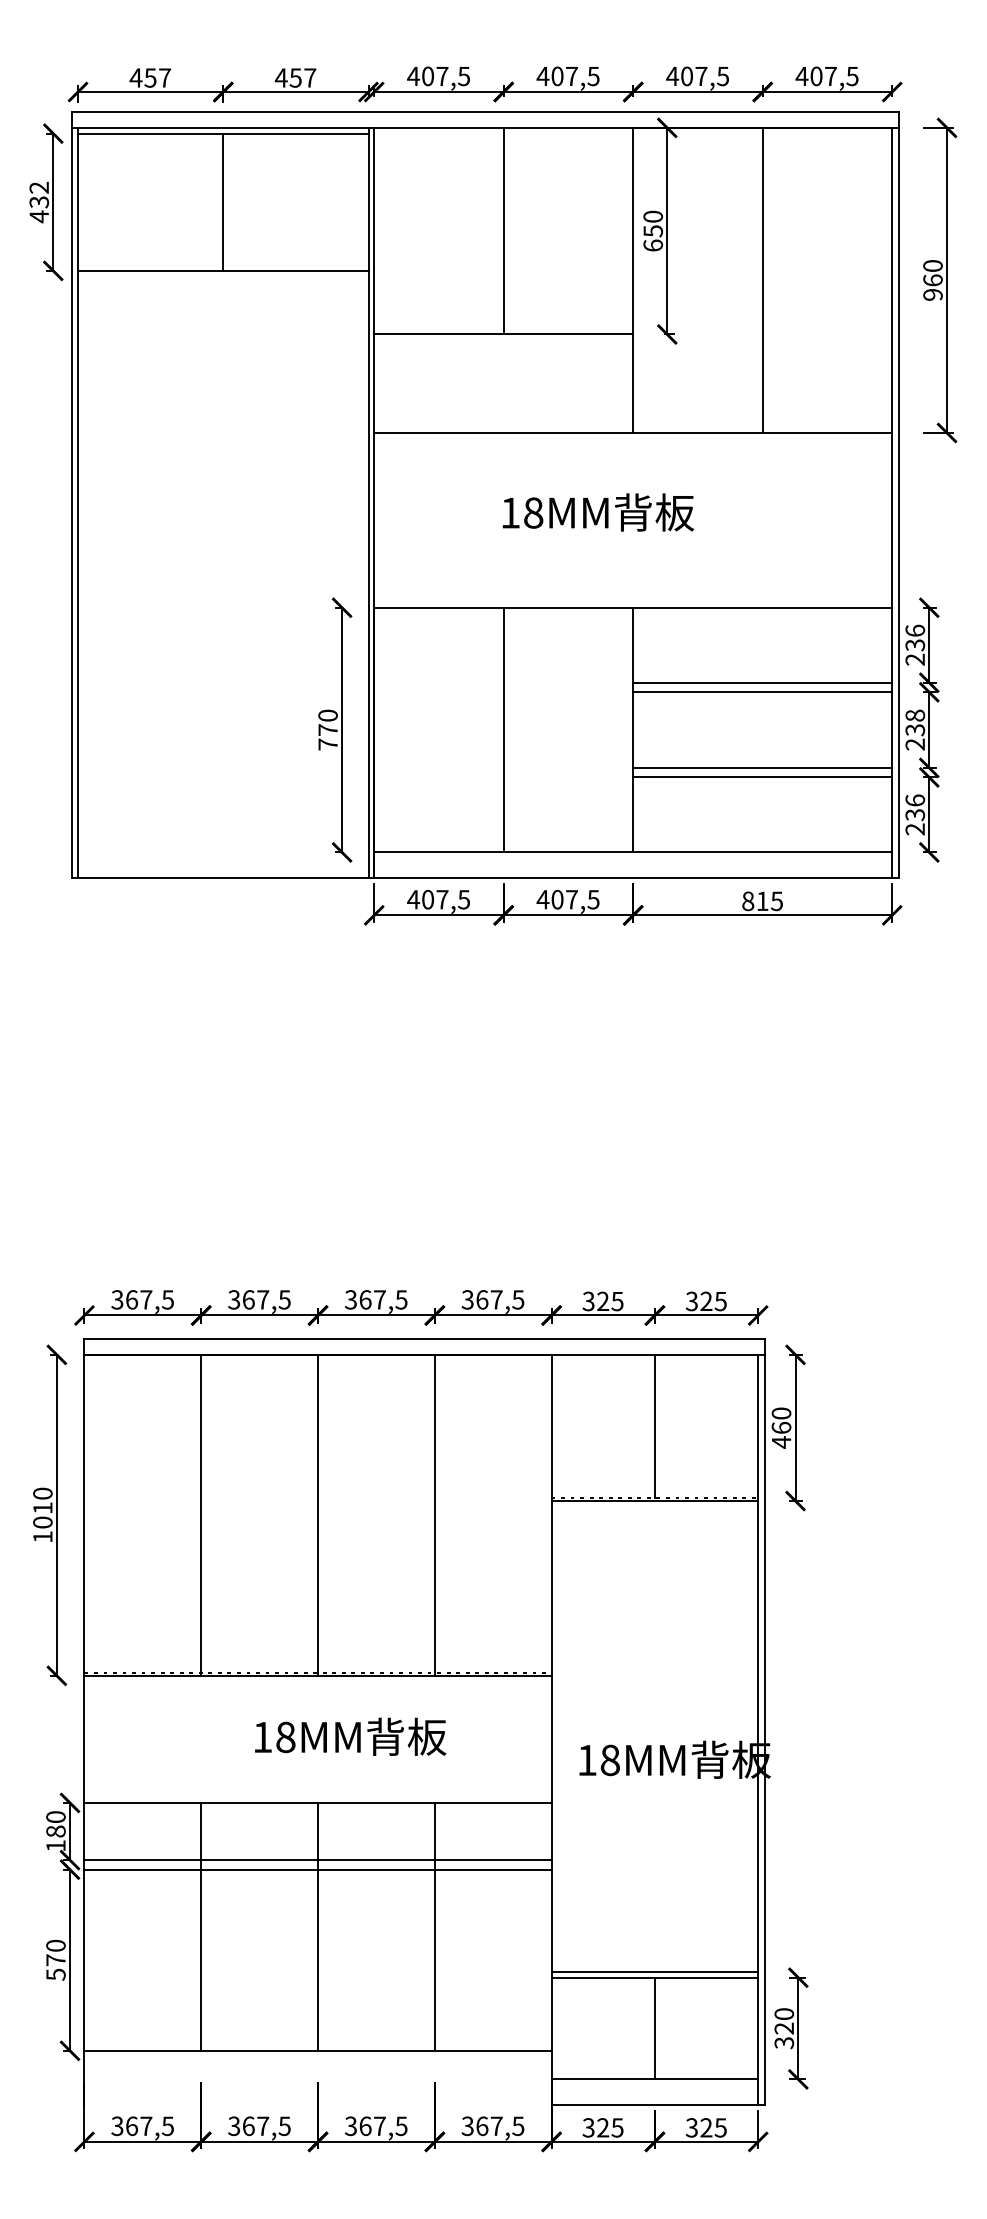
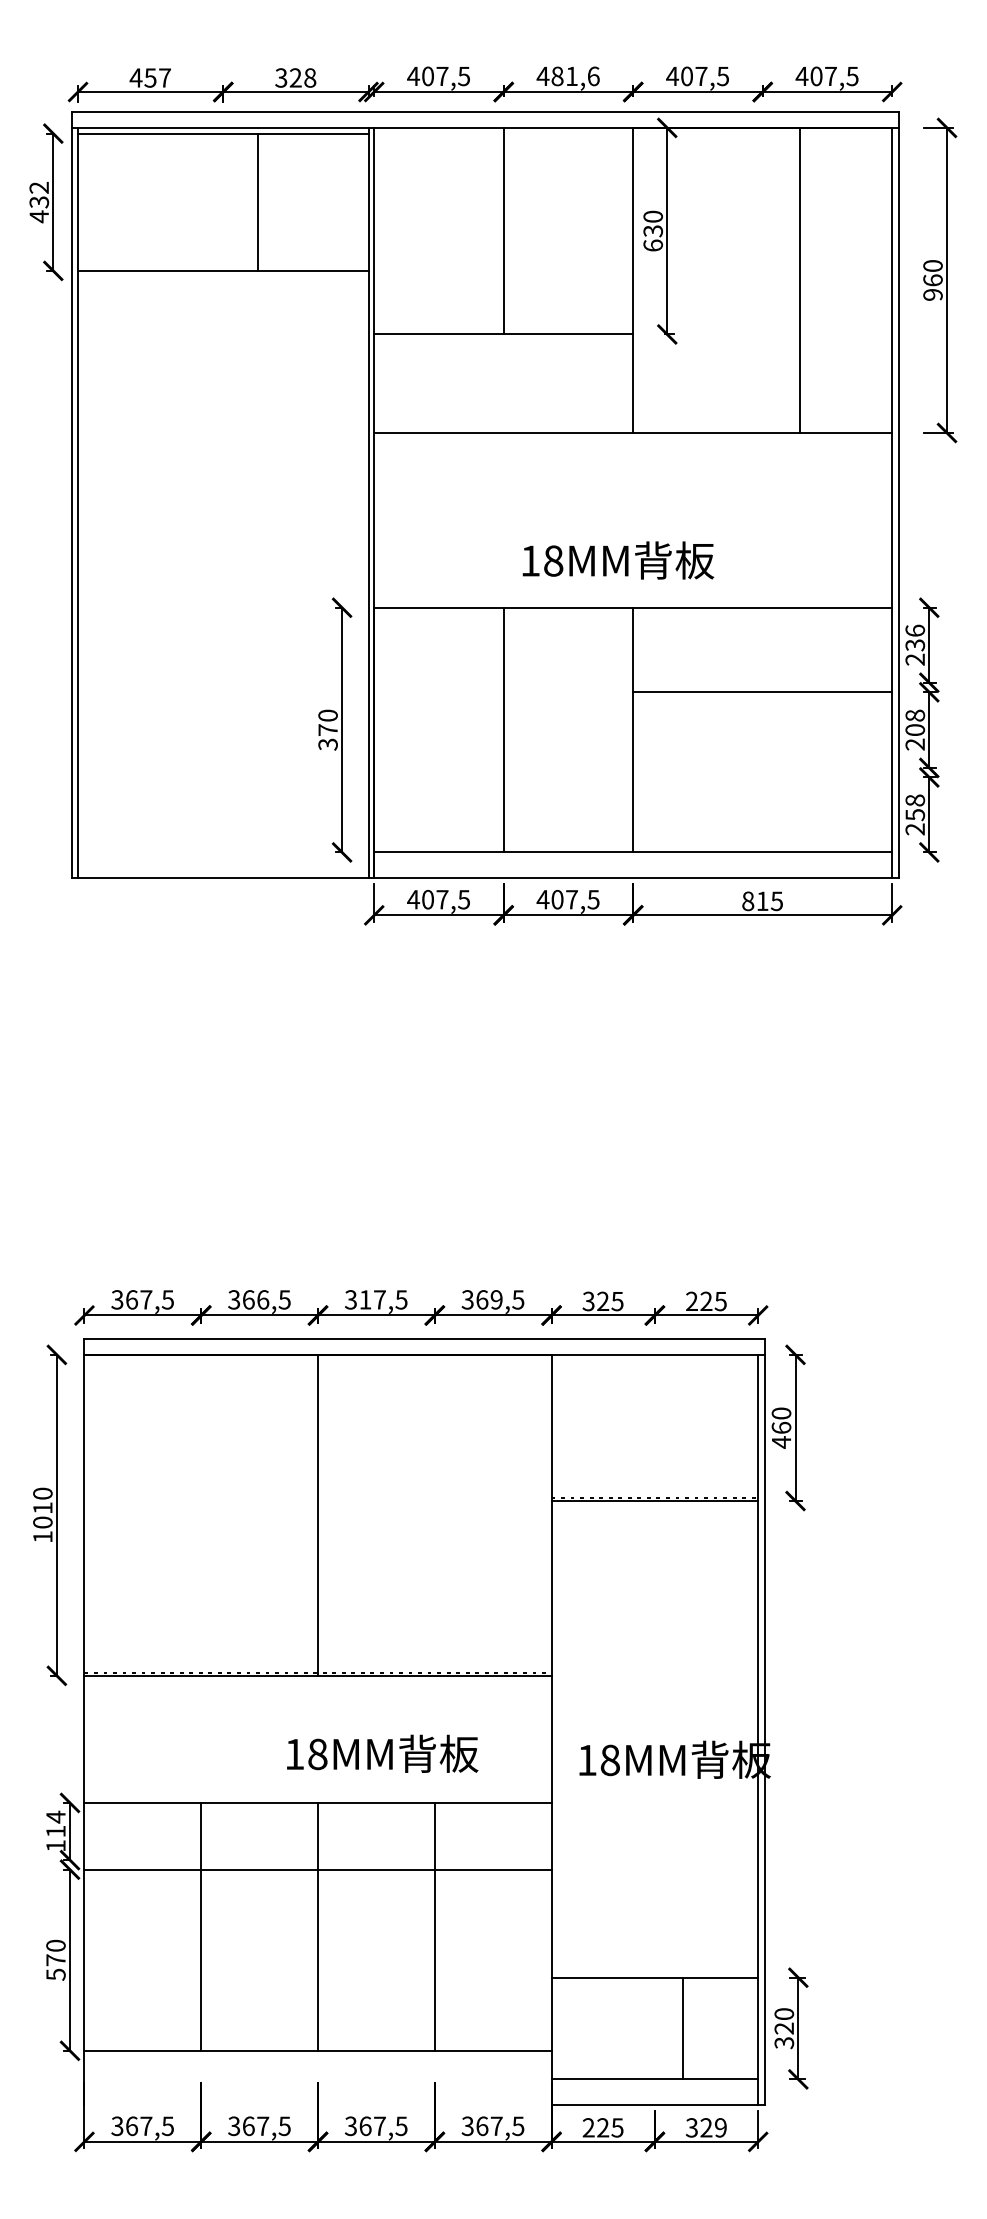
text at (575, 76): 407,5 -> 481,6
text at (295, 77): 457 -> 328
line at (223, 201) position: (223, 201) -> (258, 201)
text at (652, 230): 650 -> 630
line at (762, 279) position: (762, 279) -> (799, 279)
text at (598, 512) position: (598, 512) -> (618, 560)
line at (762, 682): present -> none
text at (914, 730): 238 -> 208
text at (327, 744): 770 -> 370
line at (762, 767): present -> none
line at (762, 777): present -> none
text at (914, 807): 236 -> 258
text at (263, 1299): 367,5 -> 366,5
text at (365, 1299): 367,5 -> 317,5
text at (496, 1299): 367,5 -> 369,5
text at (691, 1301): 325 -> 225
line at (654, 1425): present -> none
line at (201, 1514): present -> none
line at (434, 1514): present -> none
text at (350, 1736) position: (350, 1736) -> (382, 1753)
text at (55, 1823): 180 -> 114
line at (317, 1860): present -> none
line at (654, 1972): present -> none
line at (654, 2028) position: (654, 2028) -> (682, 2028)
text at (588, 2127): 325 -> 225
text at (720, 2127): 325 -> 329
